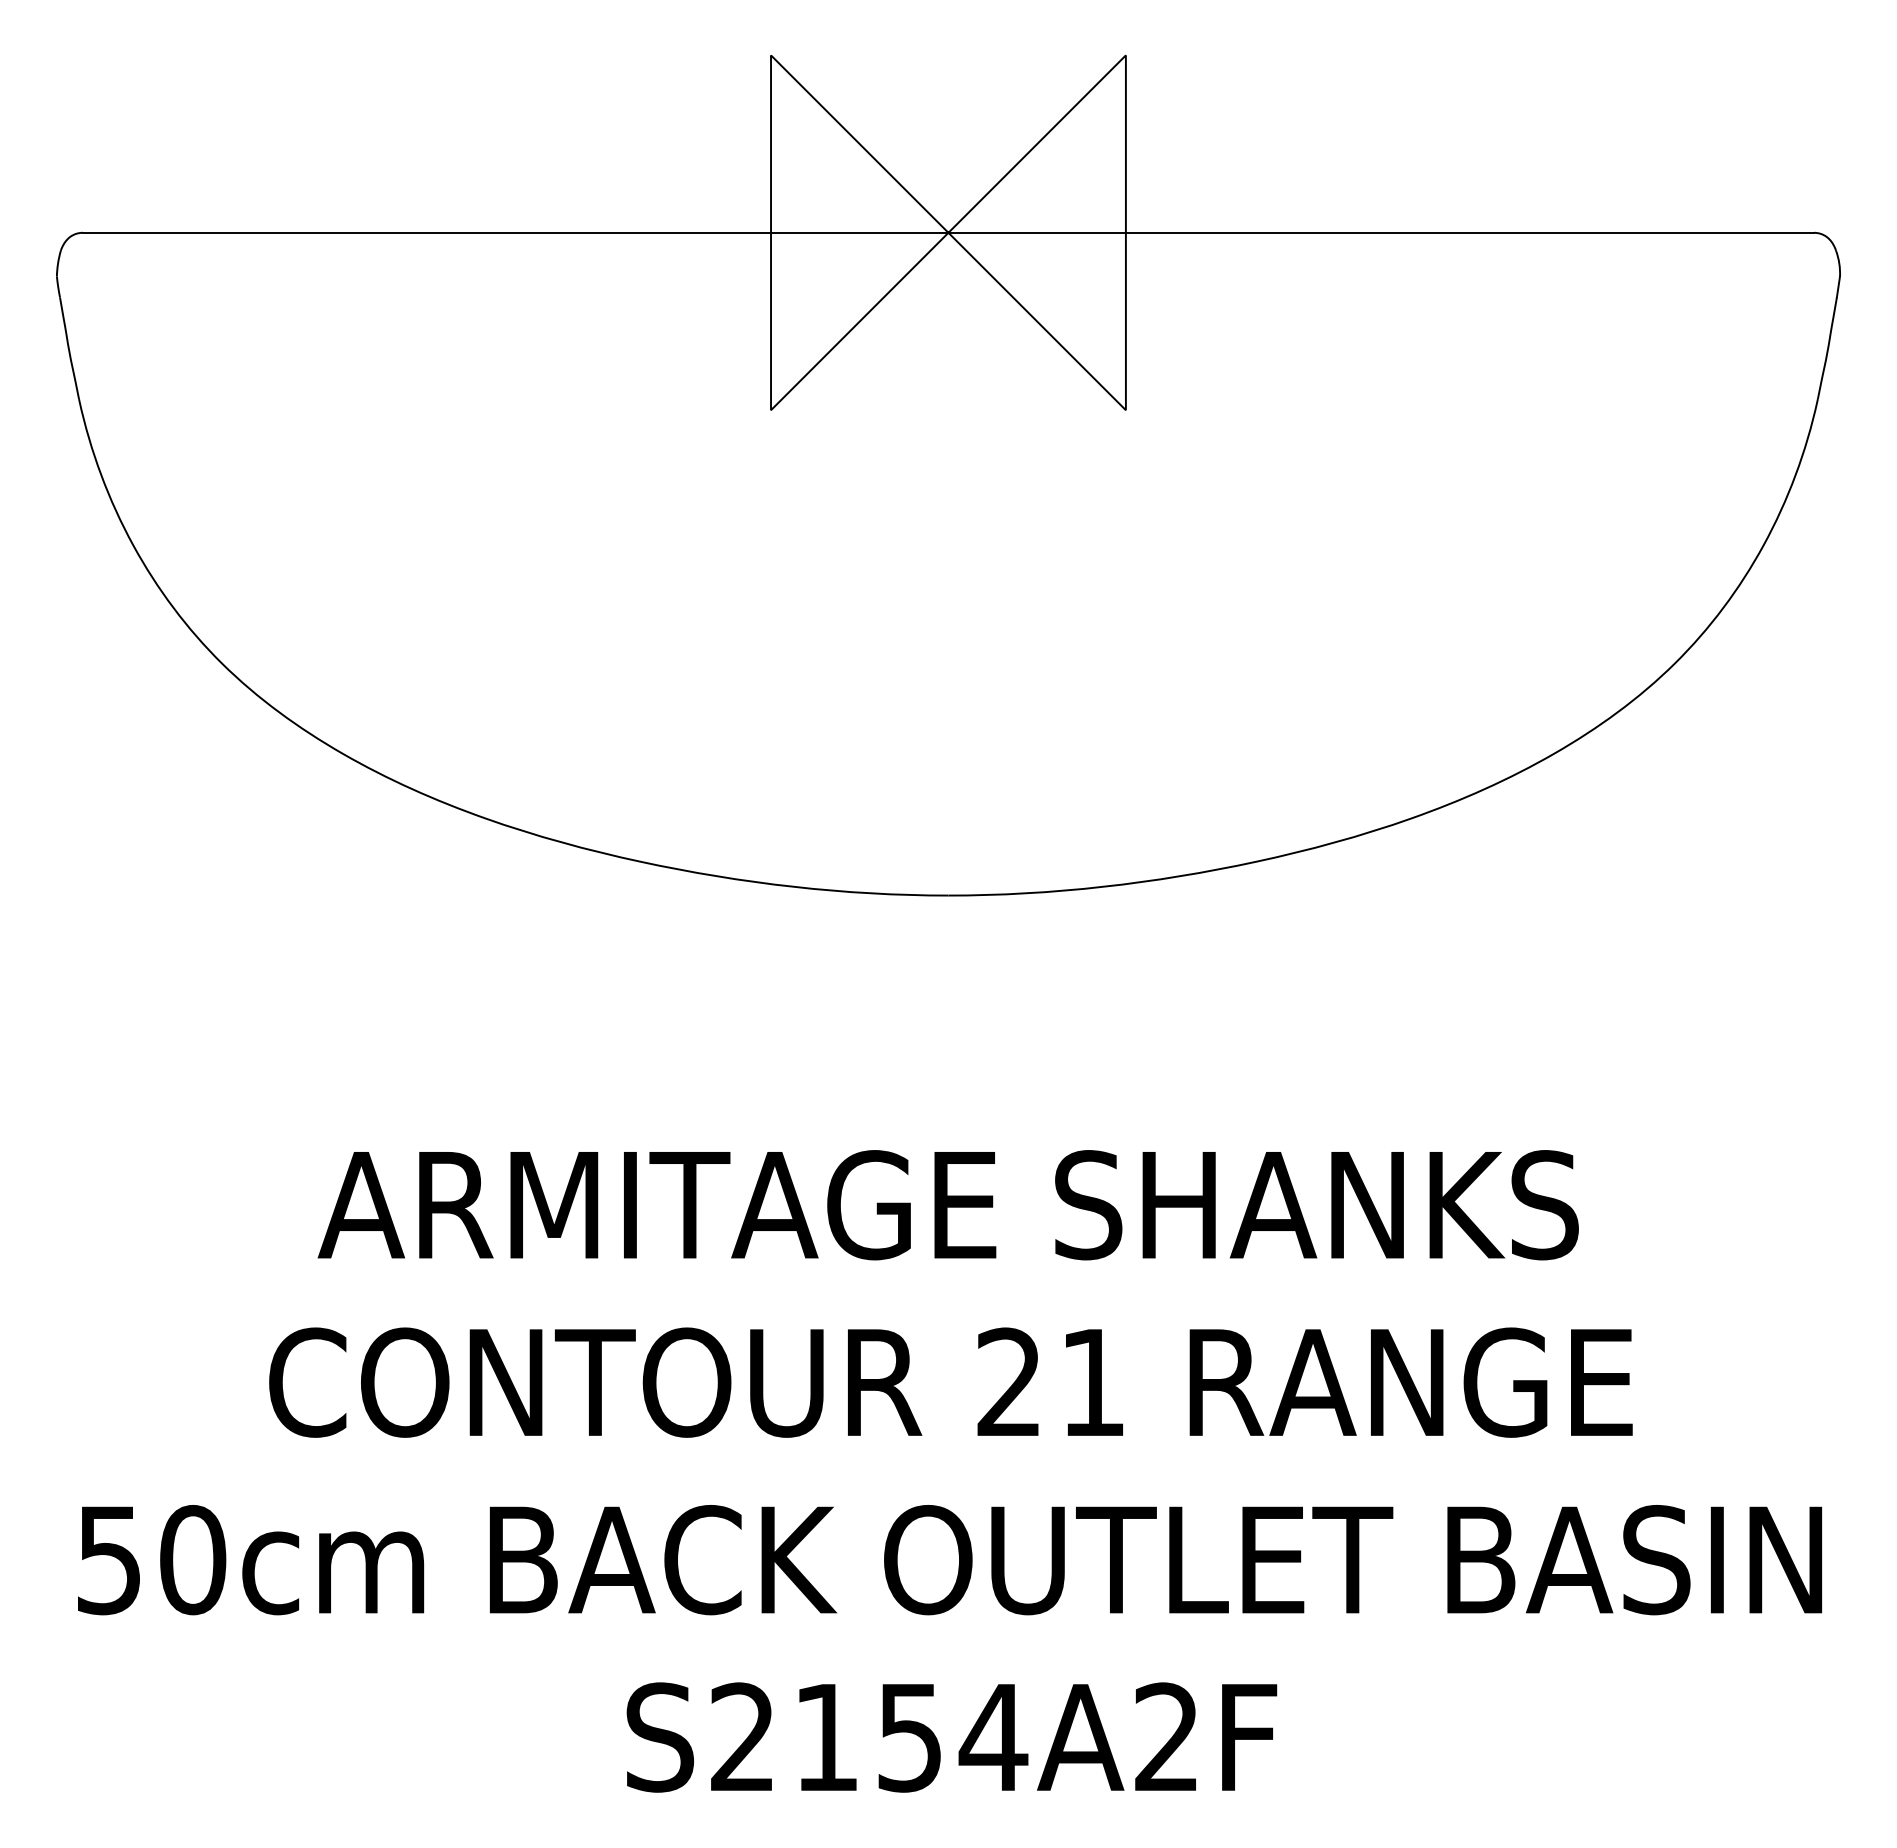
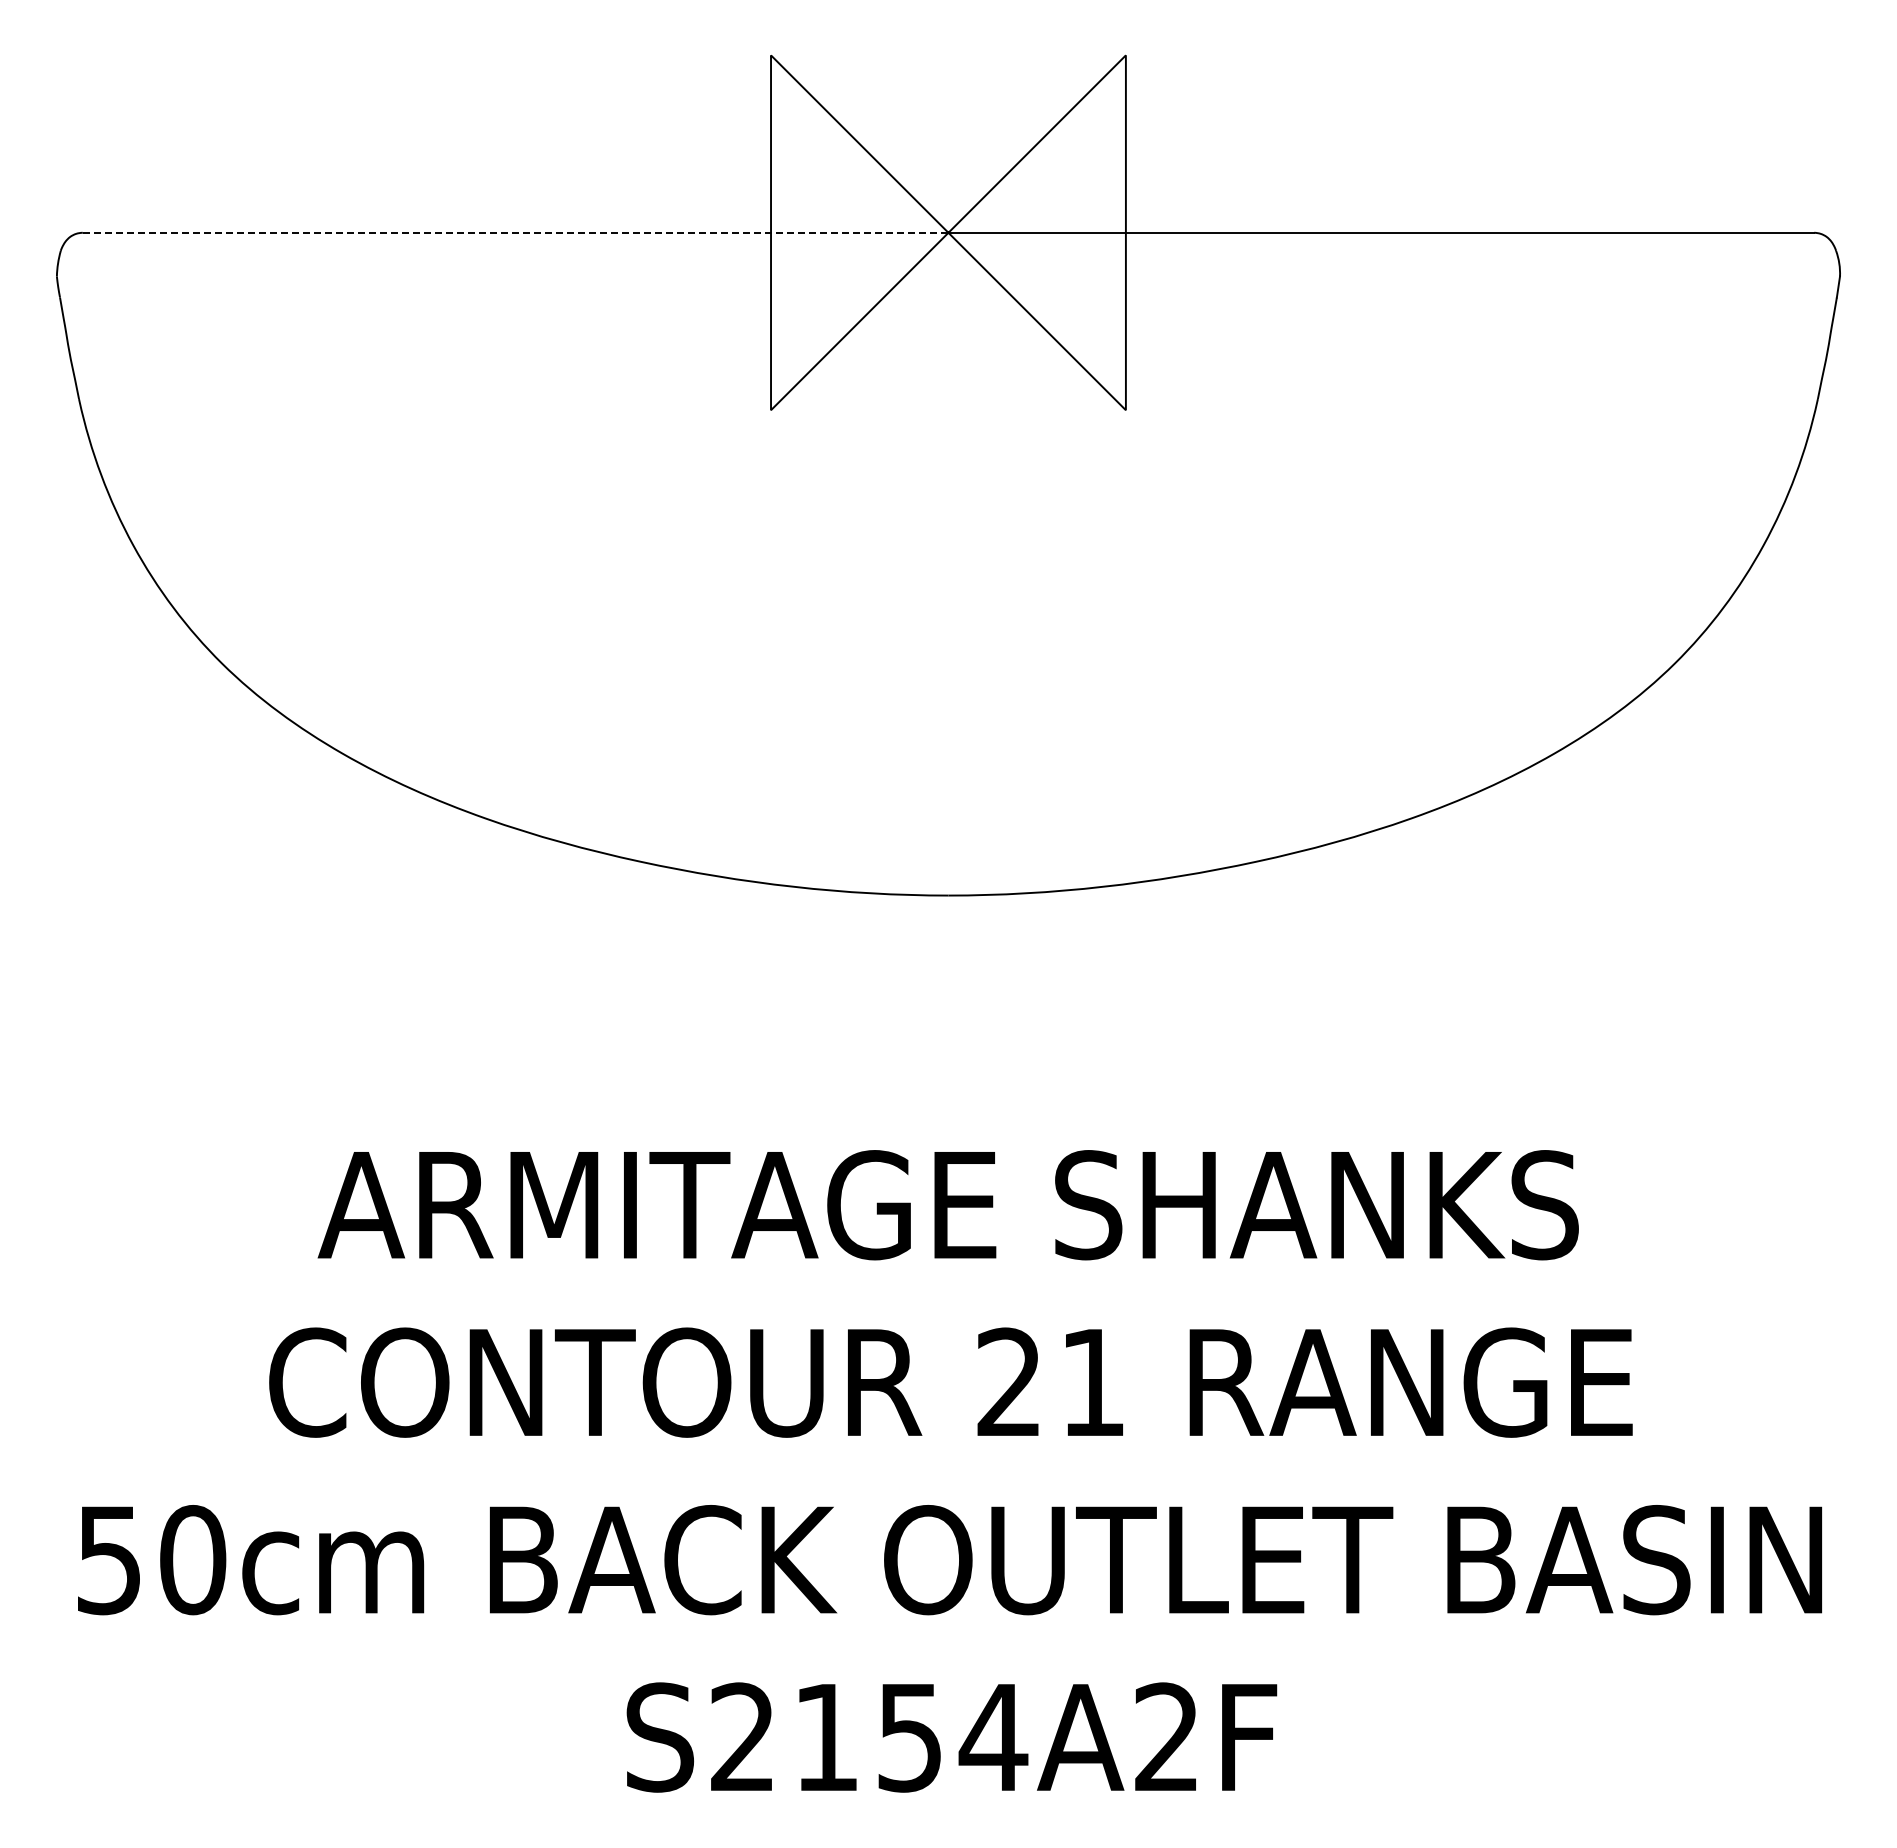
line at (515, 232): solid -> dashed
